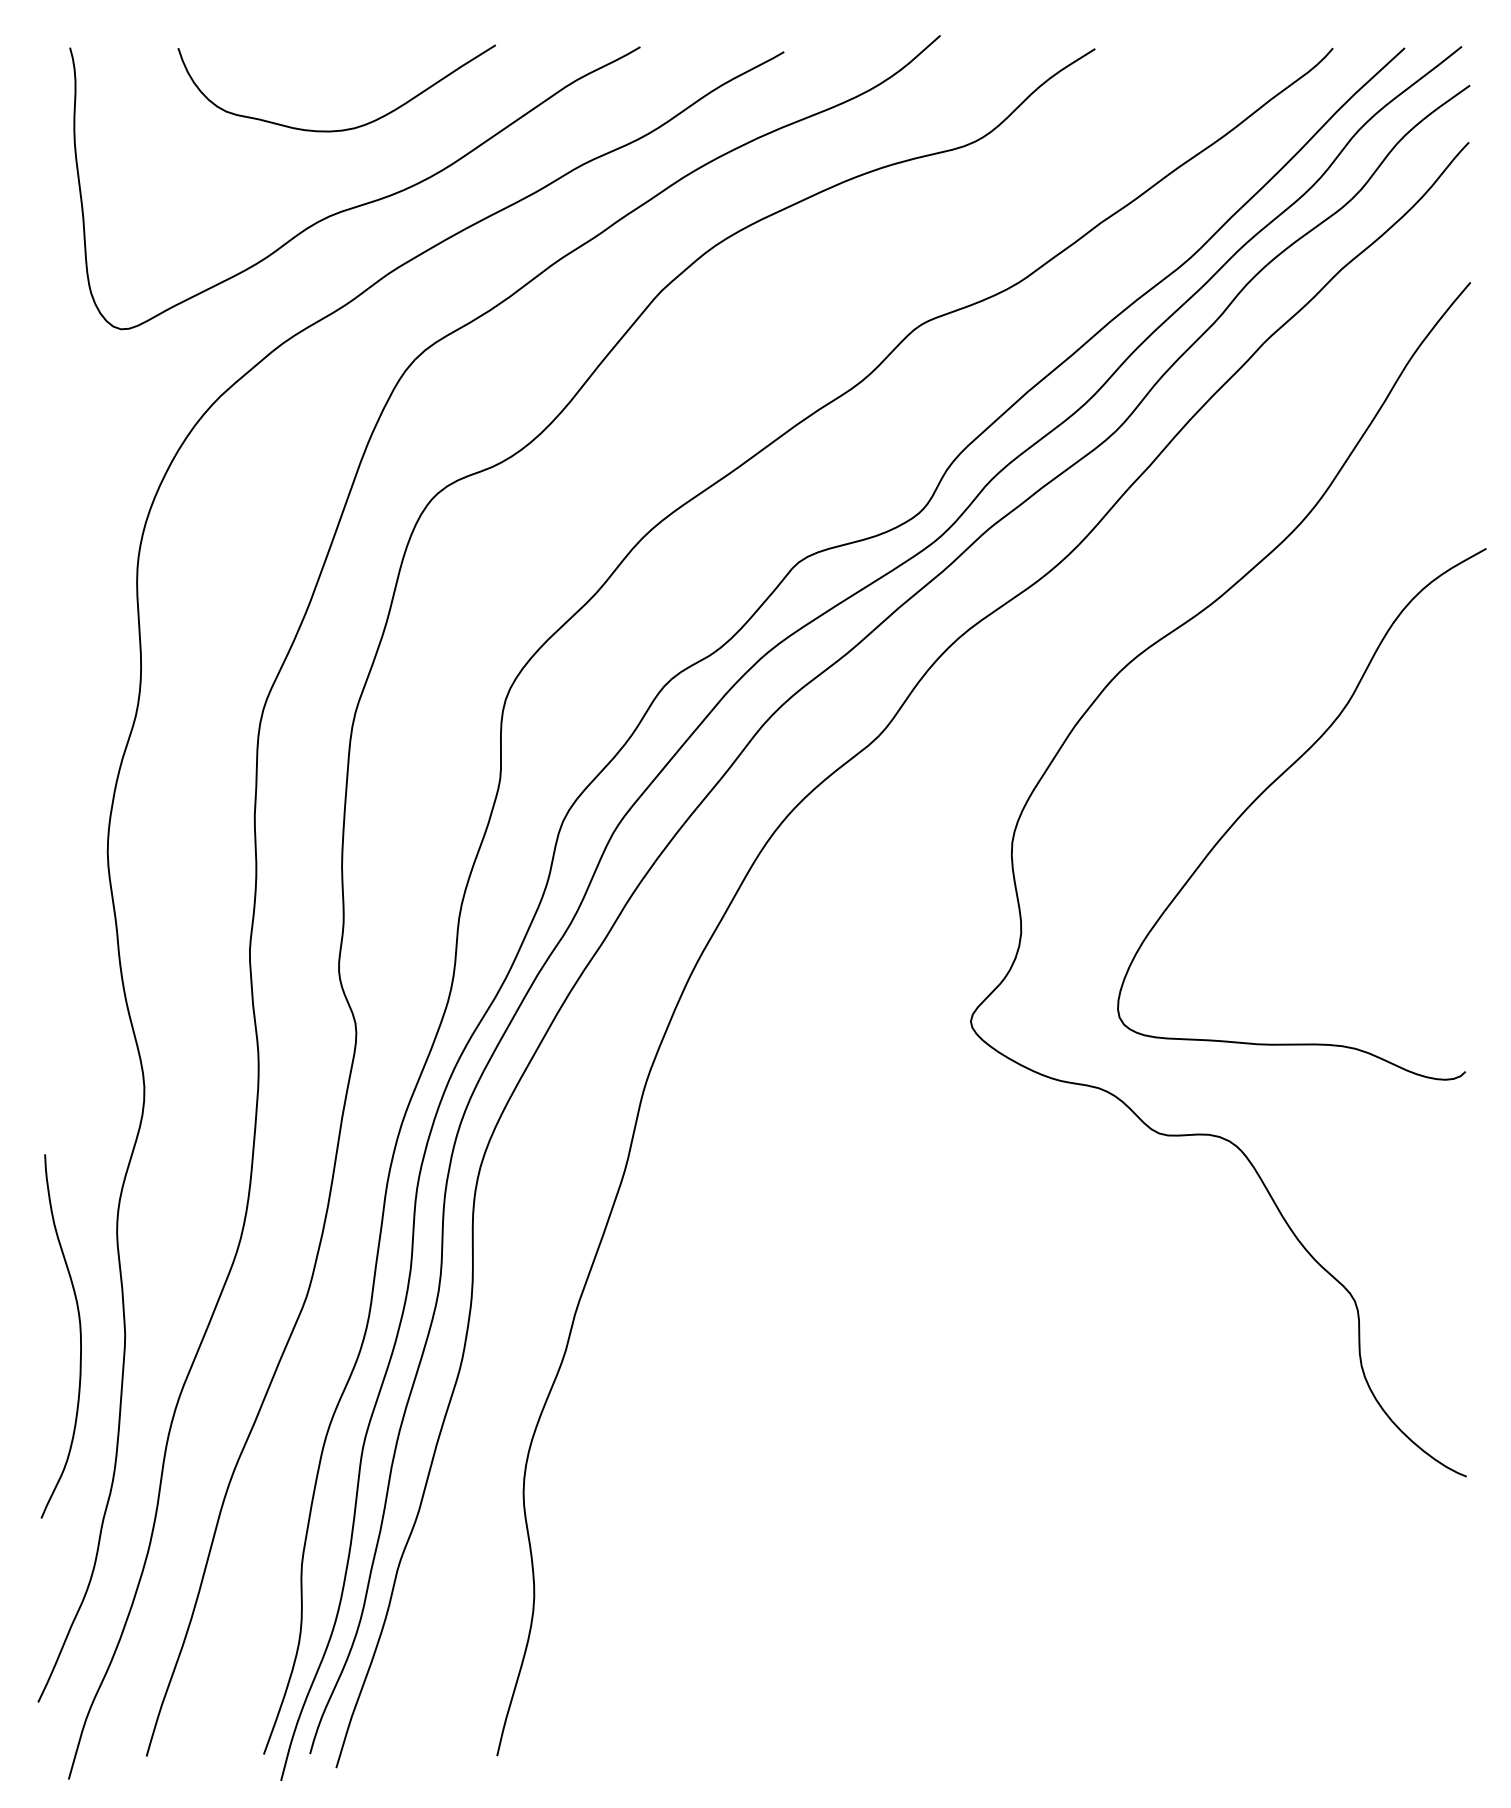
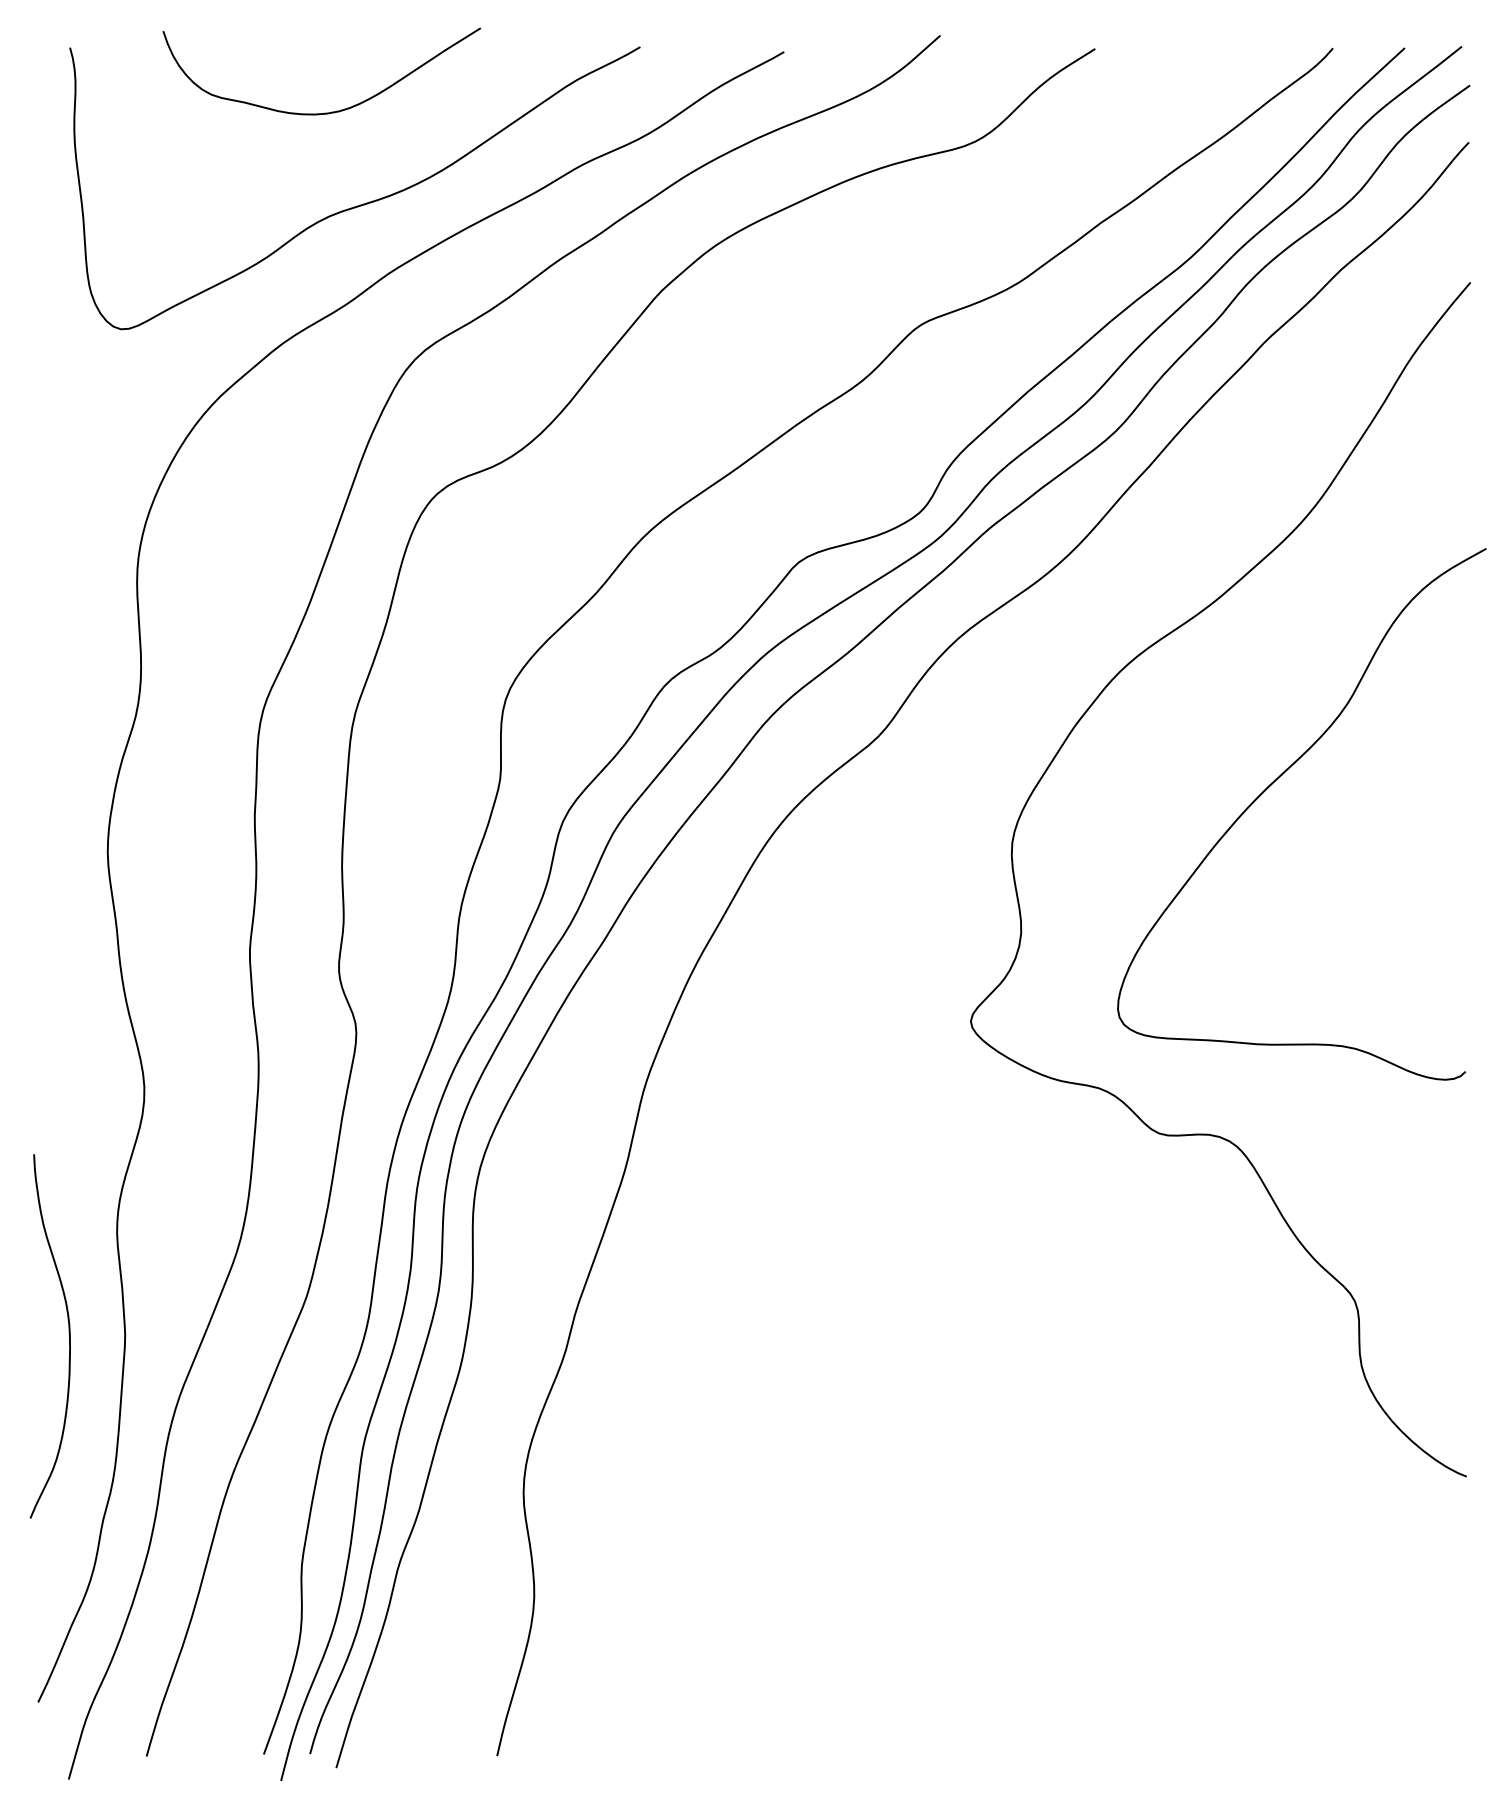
curve at (339, 129) position: (339, 129) -> (324, 112)
curve at (79, 1333) position: (79, 1333) -> (68, 1333)
